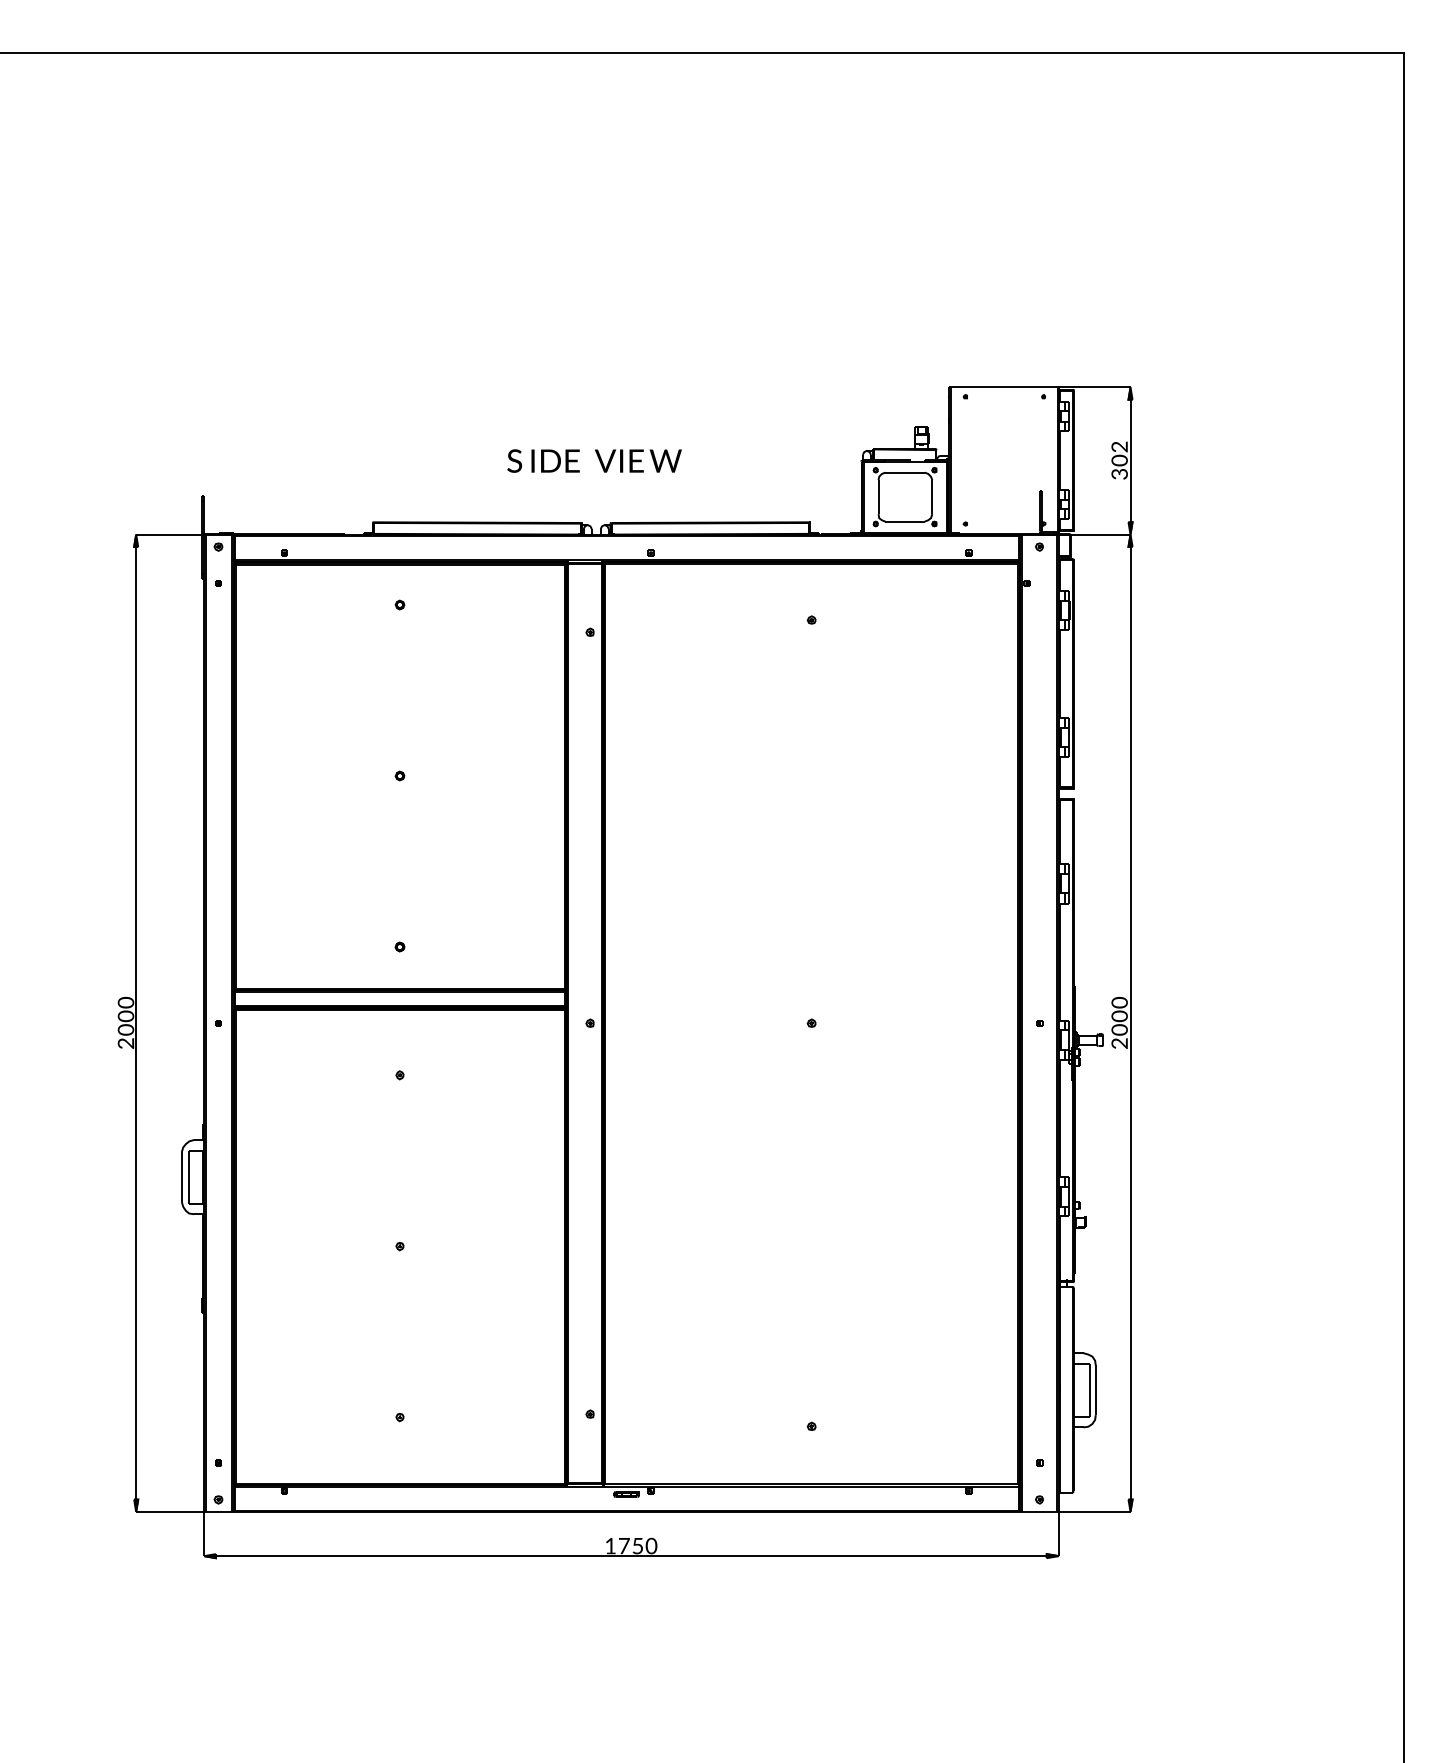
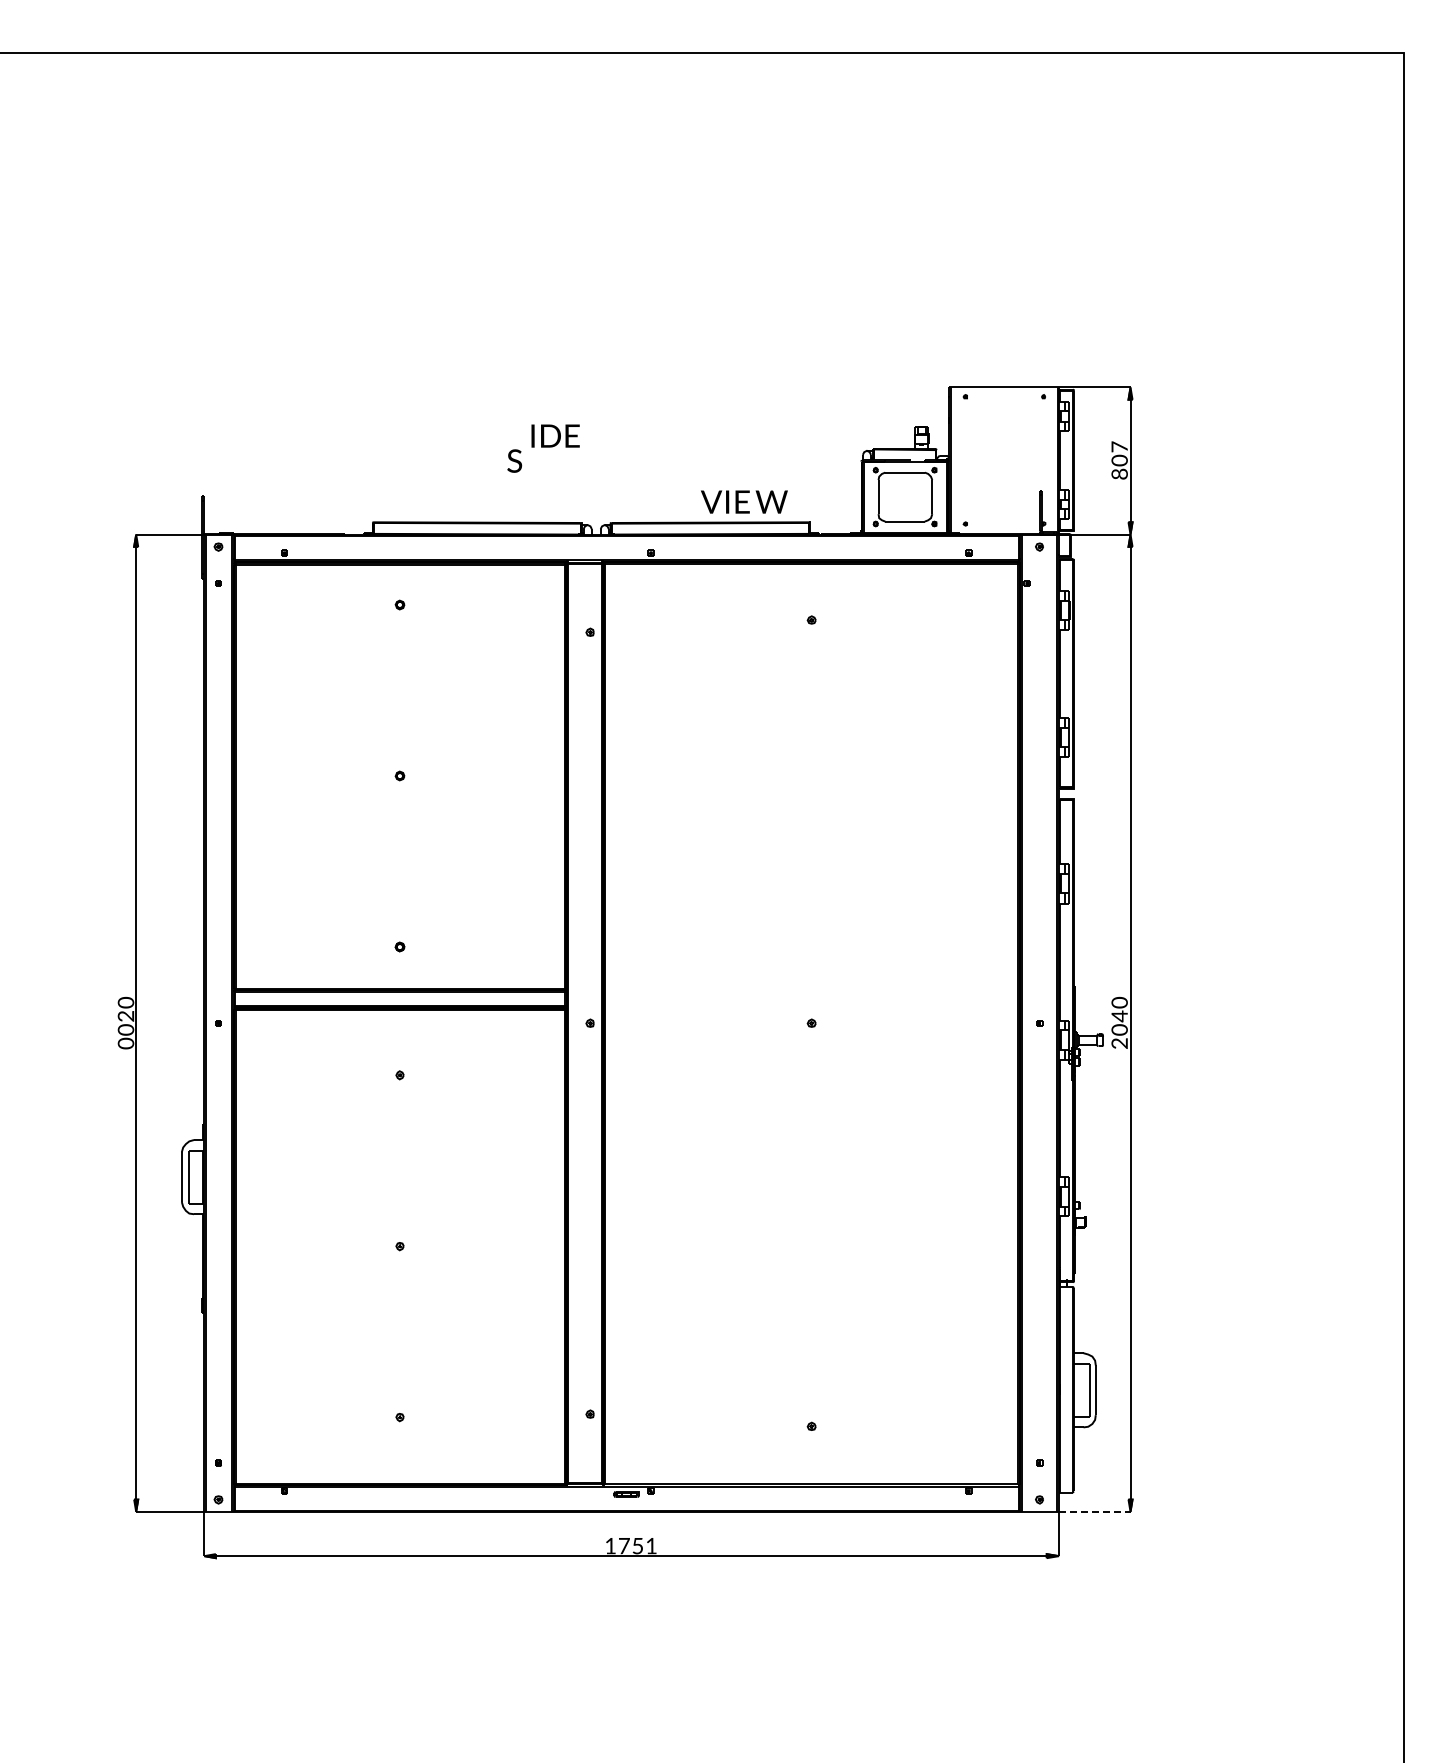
text at (1119, 446): 2 -> 7
text at (555, 460) position: (555, 460) -> (555, 435)
text at (638, 460) position: (638, 460) -> (744, 501)
text at (1119, 473): 3 -> 8
text at (126, 1016): 0 -> 2
text at (1119, 1016): 0 -> 4
text at (126, 1043): 2 -> 0
line at (1094, 1511): solid -> dashed
text at (651, 1545): 0 -> 1
